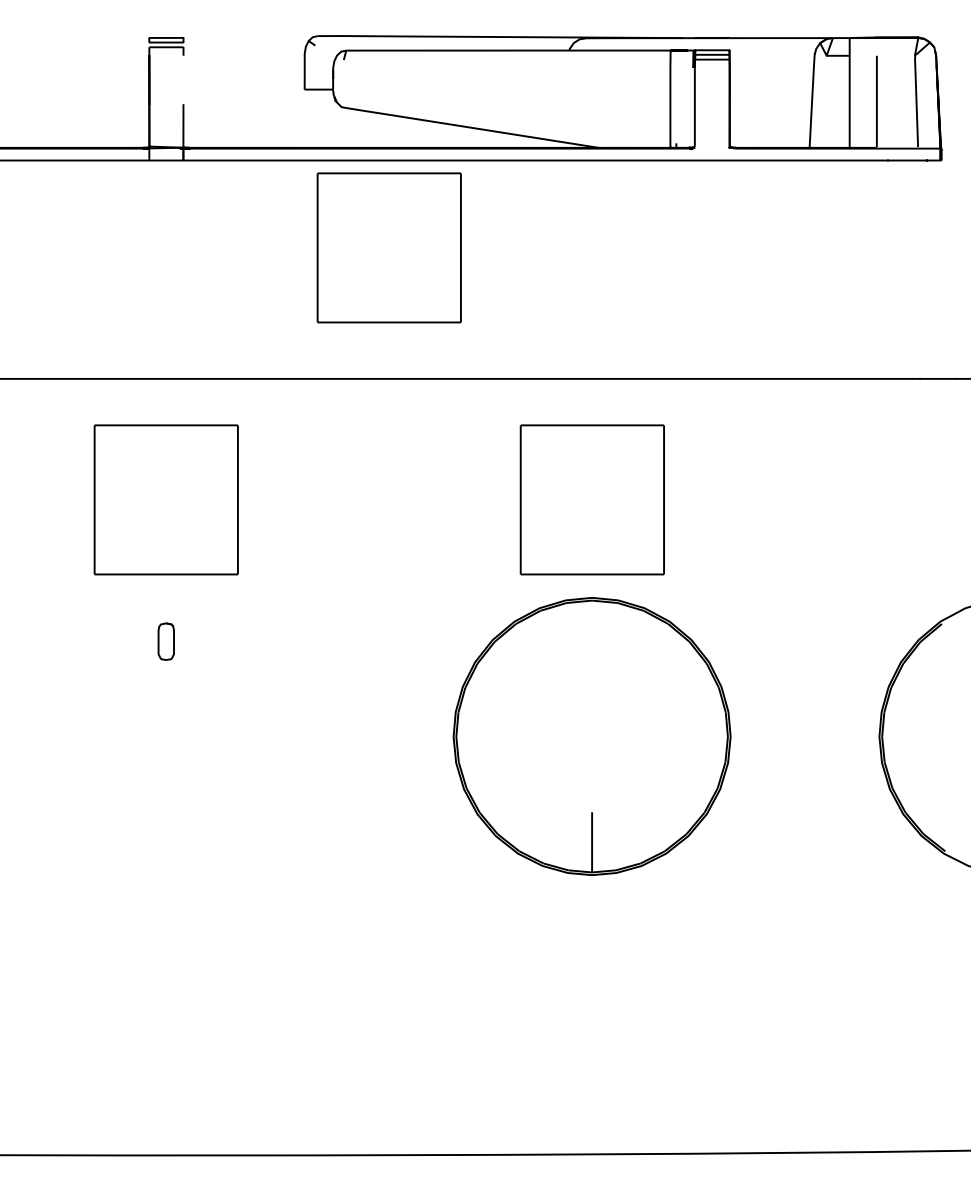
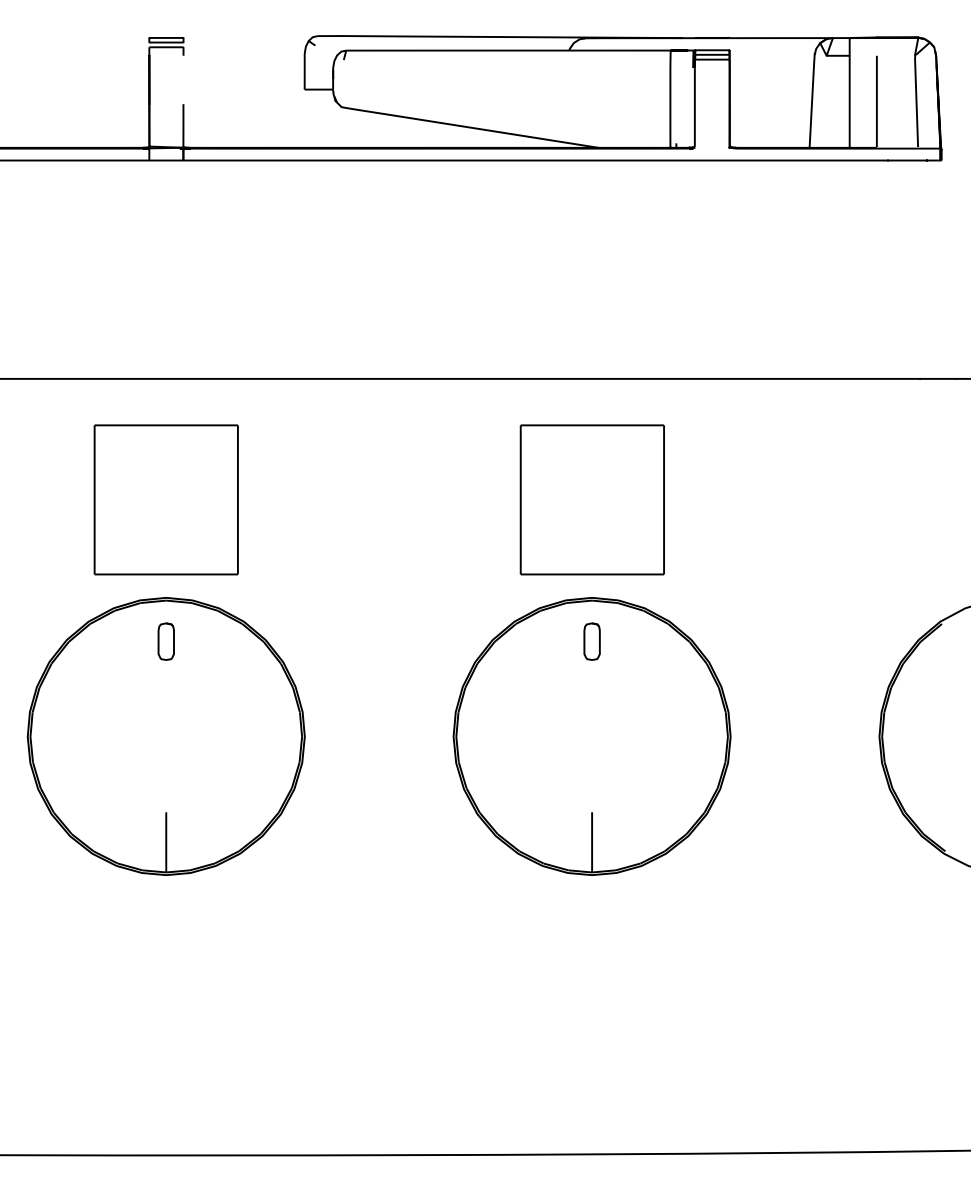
part at (388, 247): present -> none
part at (591, 641): none -> present
part at (165, 736): none -> present
